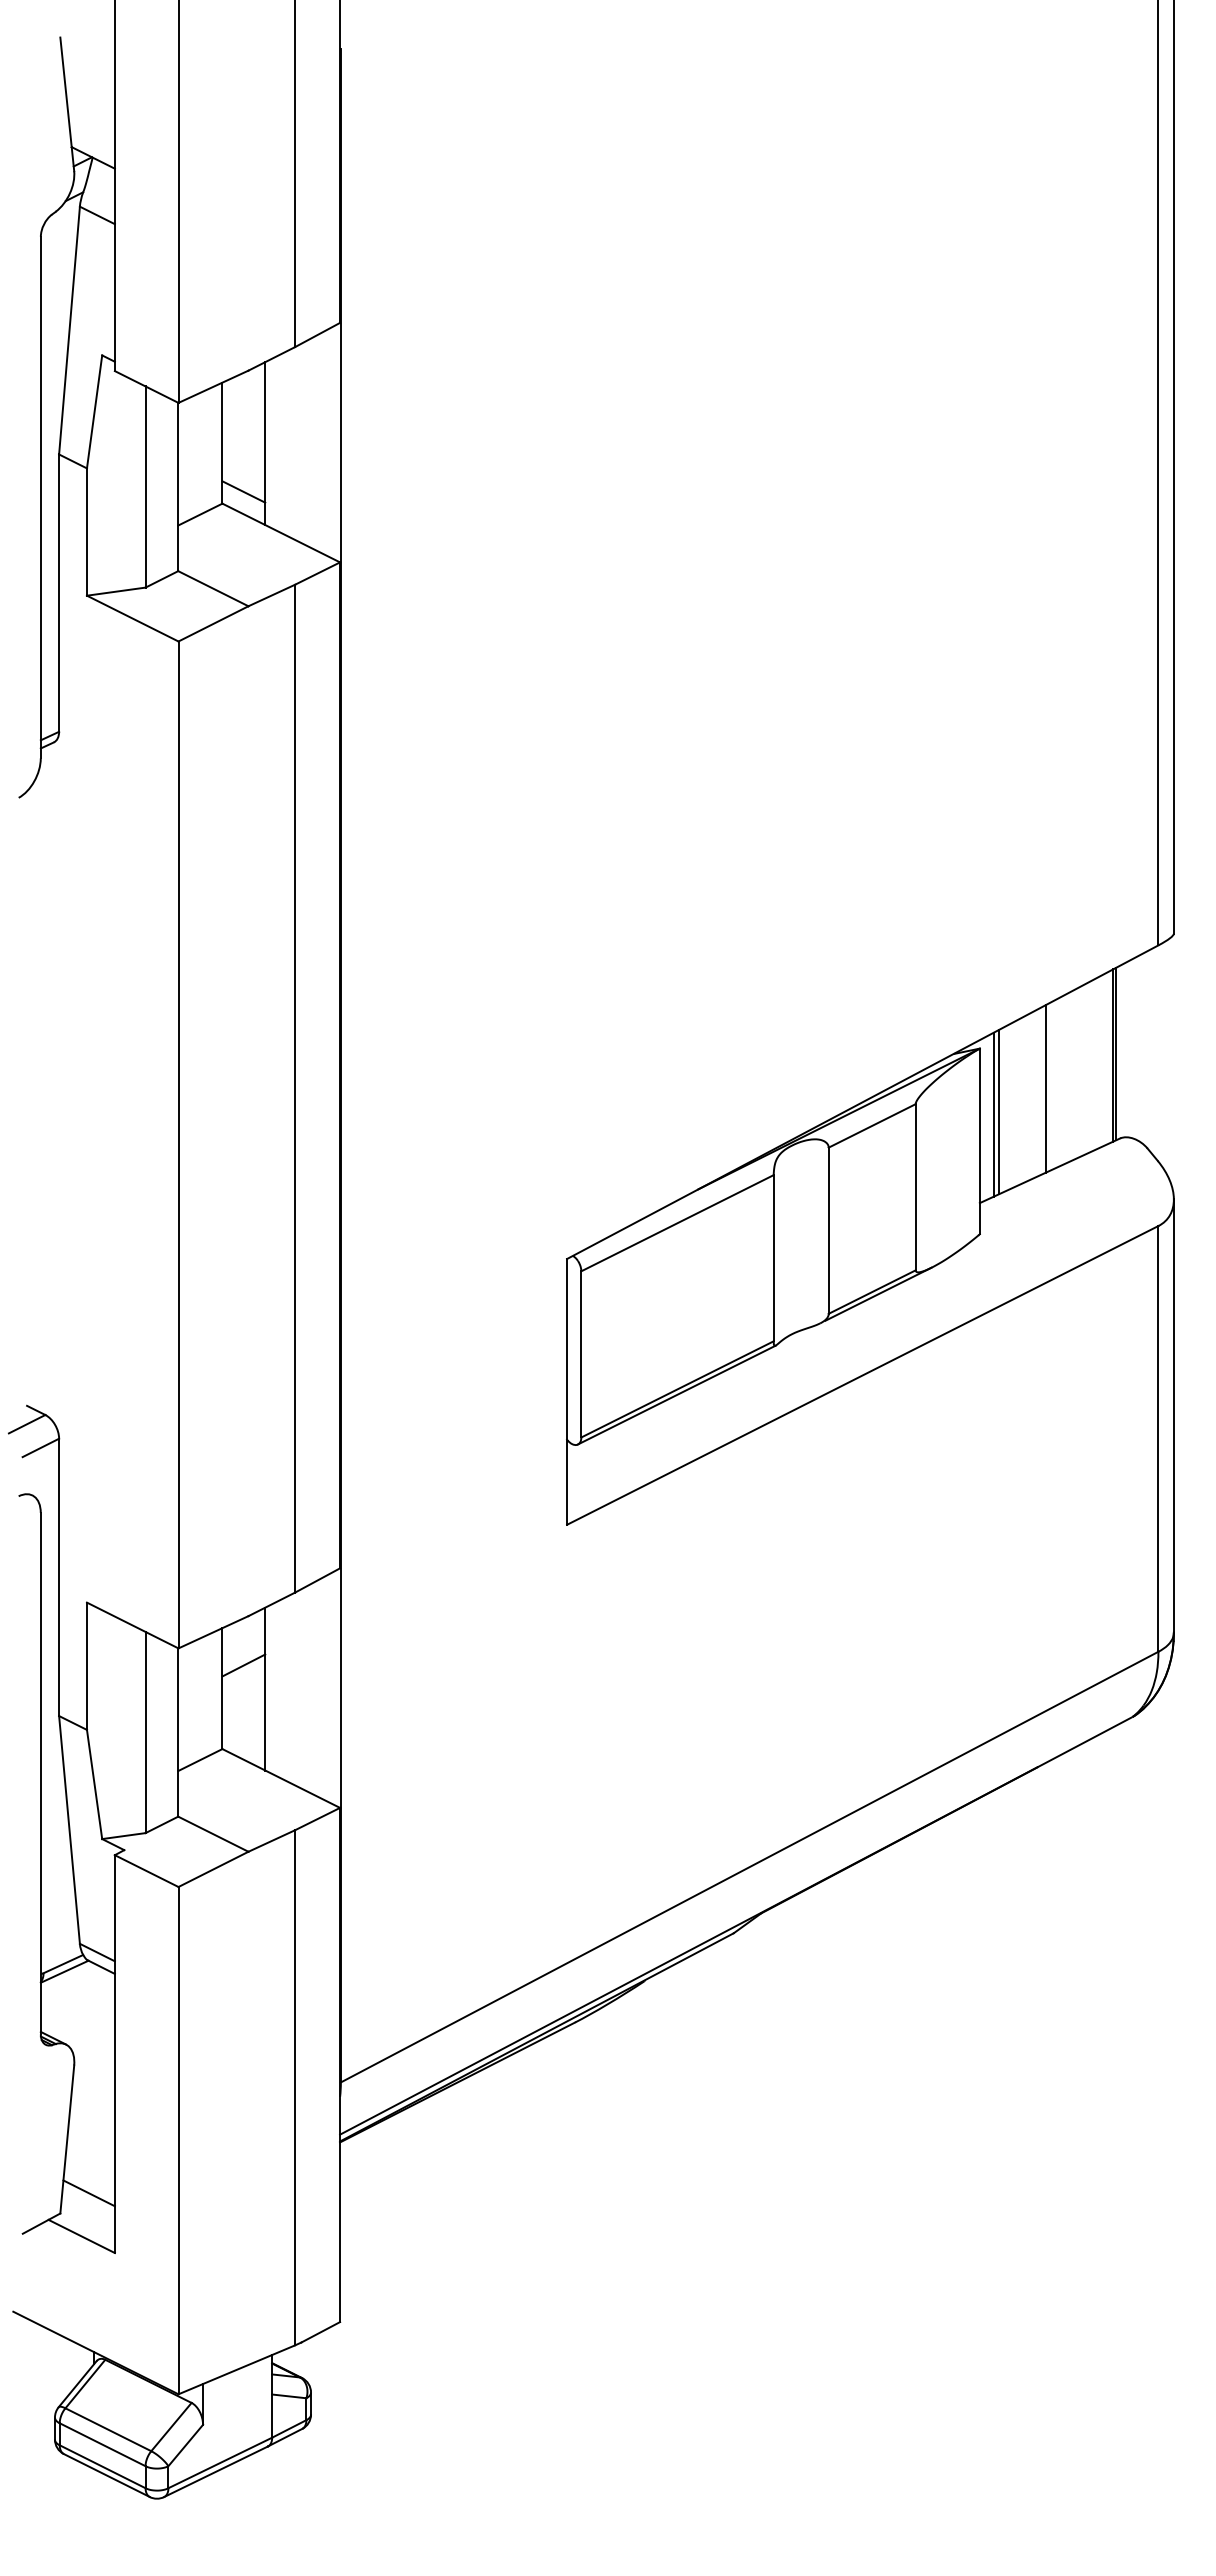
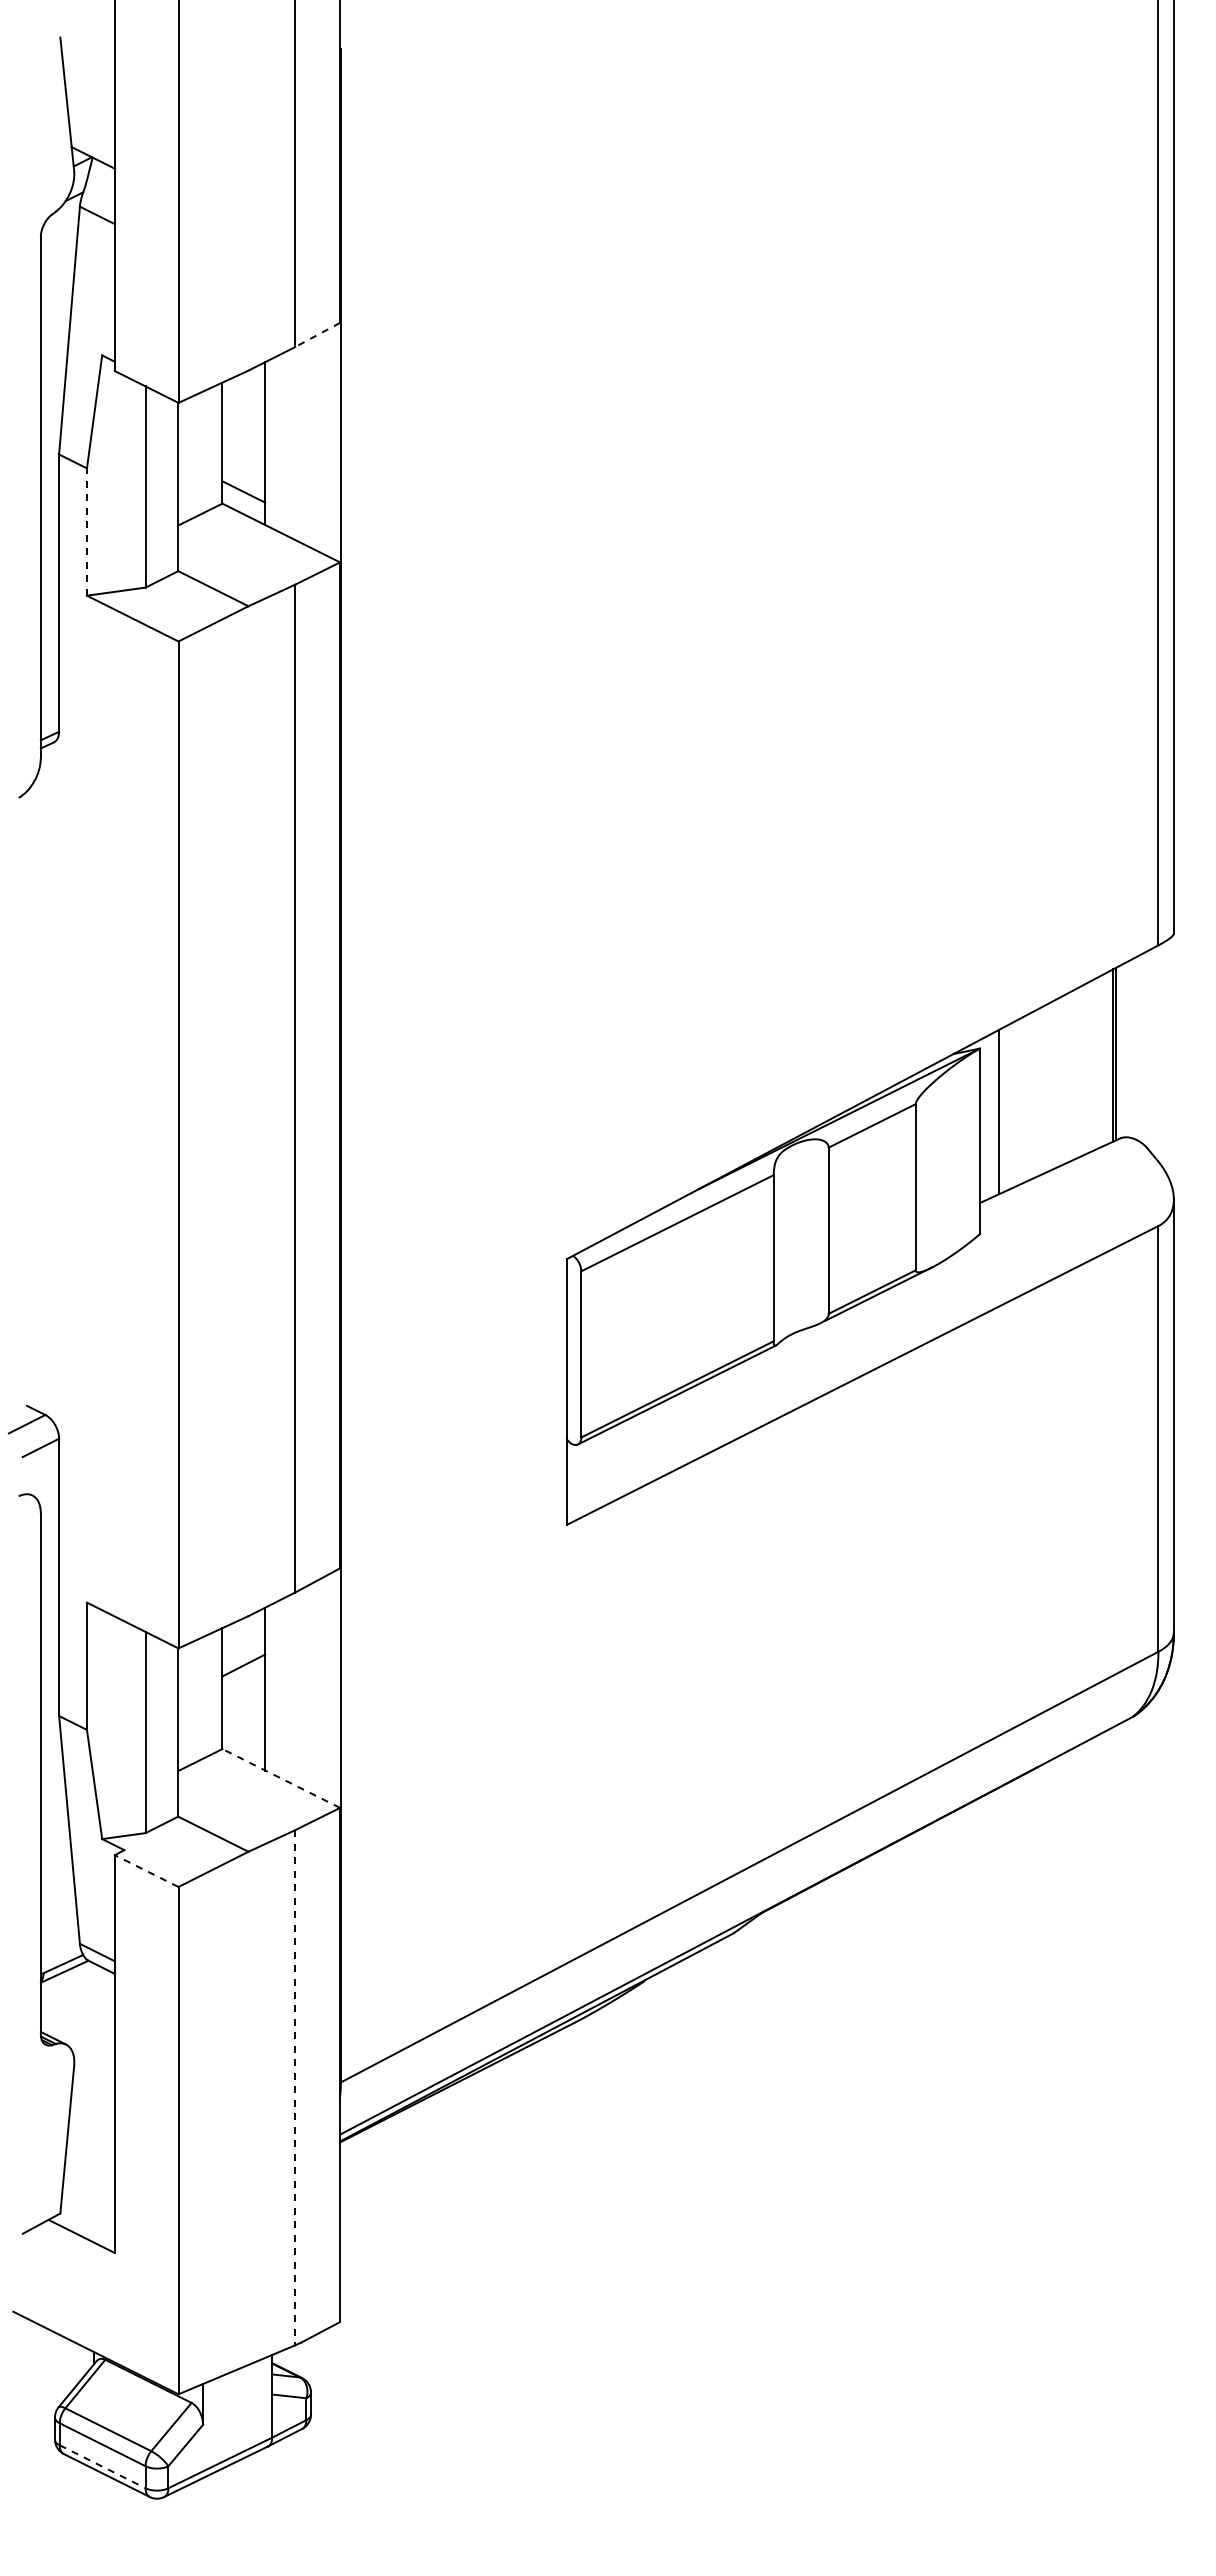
line at (317, 335): solid -> dashed
line at (86, 532): solid -> dashed
line at (1046, 1088): present -> none
line at (993, 1114): present -> none
line at (281, 1778): solid -> dashed
line at (146, 1871): solid -> dashed
line at (295, 2087): solid -> dashed
line at (88, 2193): present -> none
line at (102, 2466): solid -> dashed
